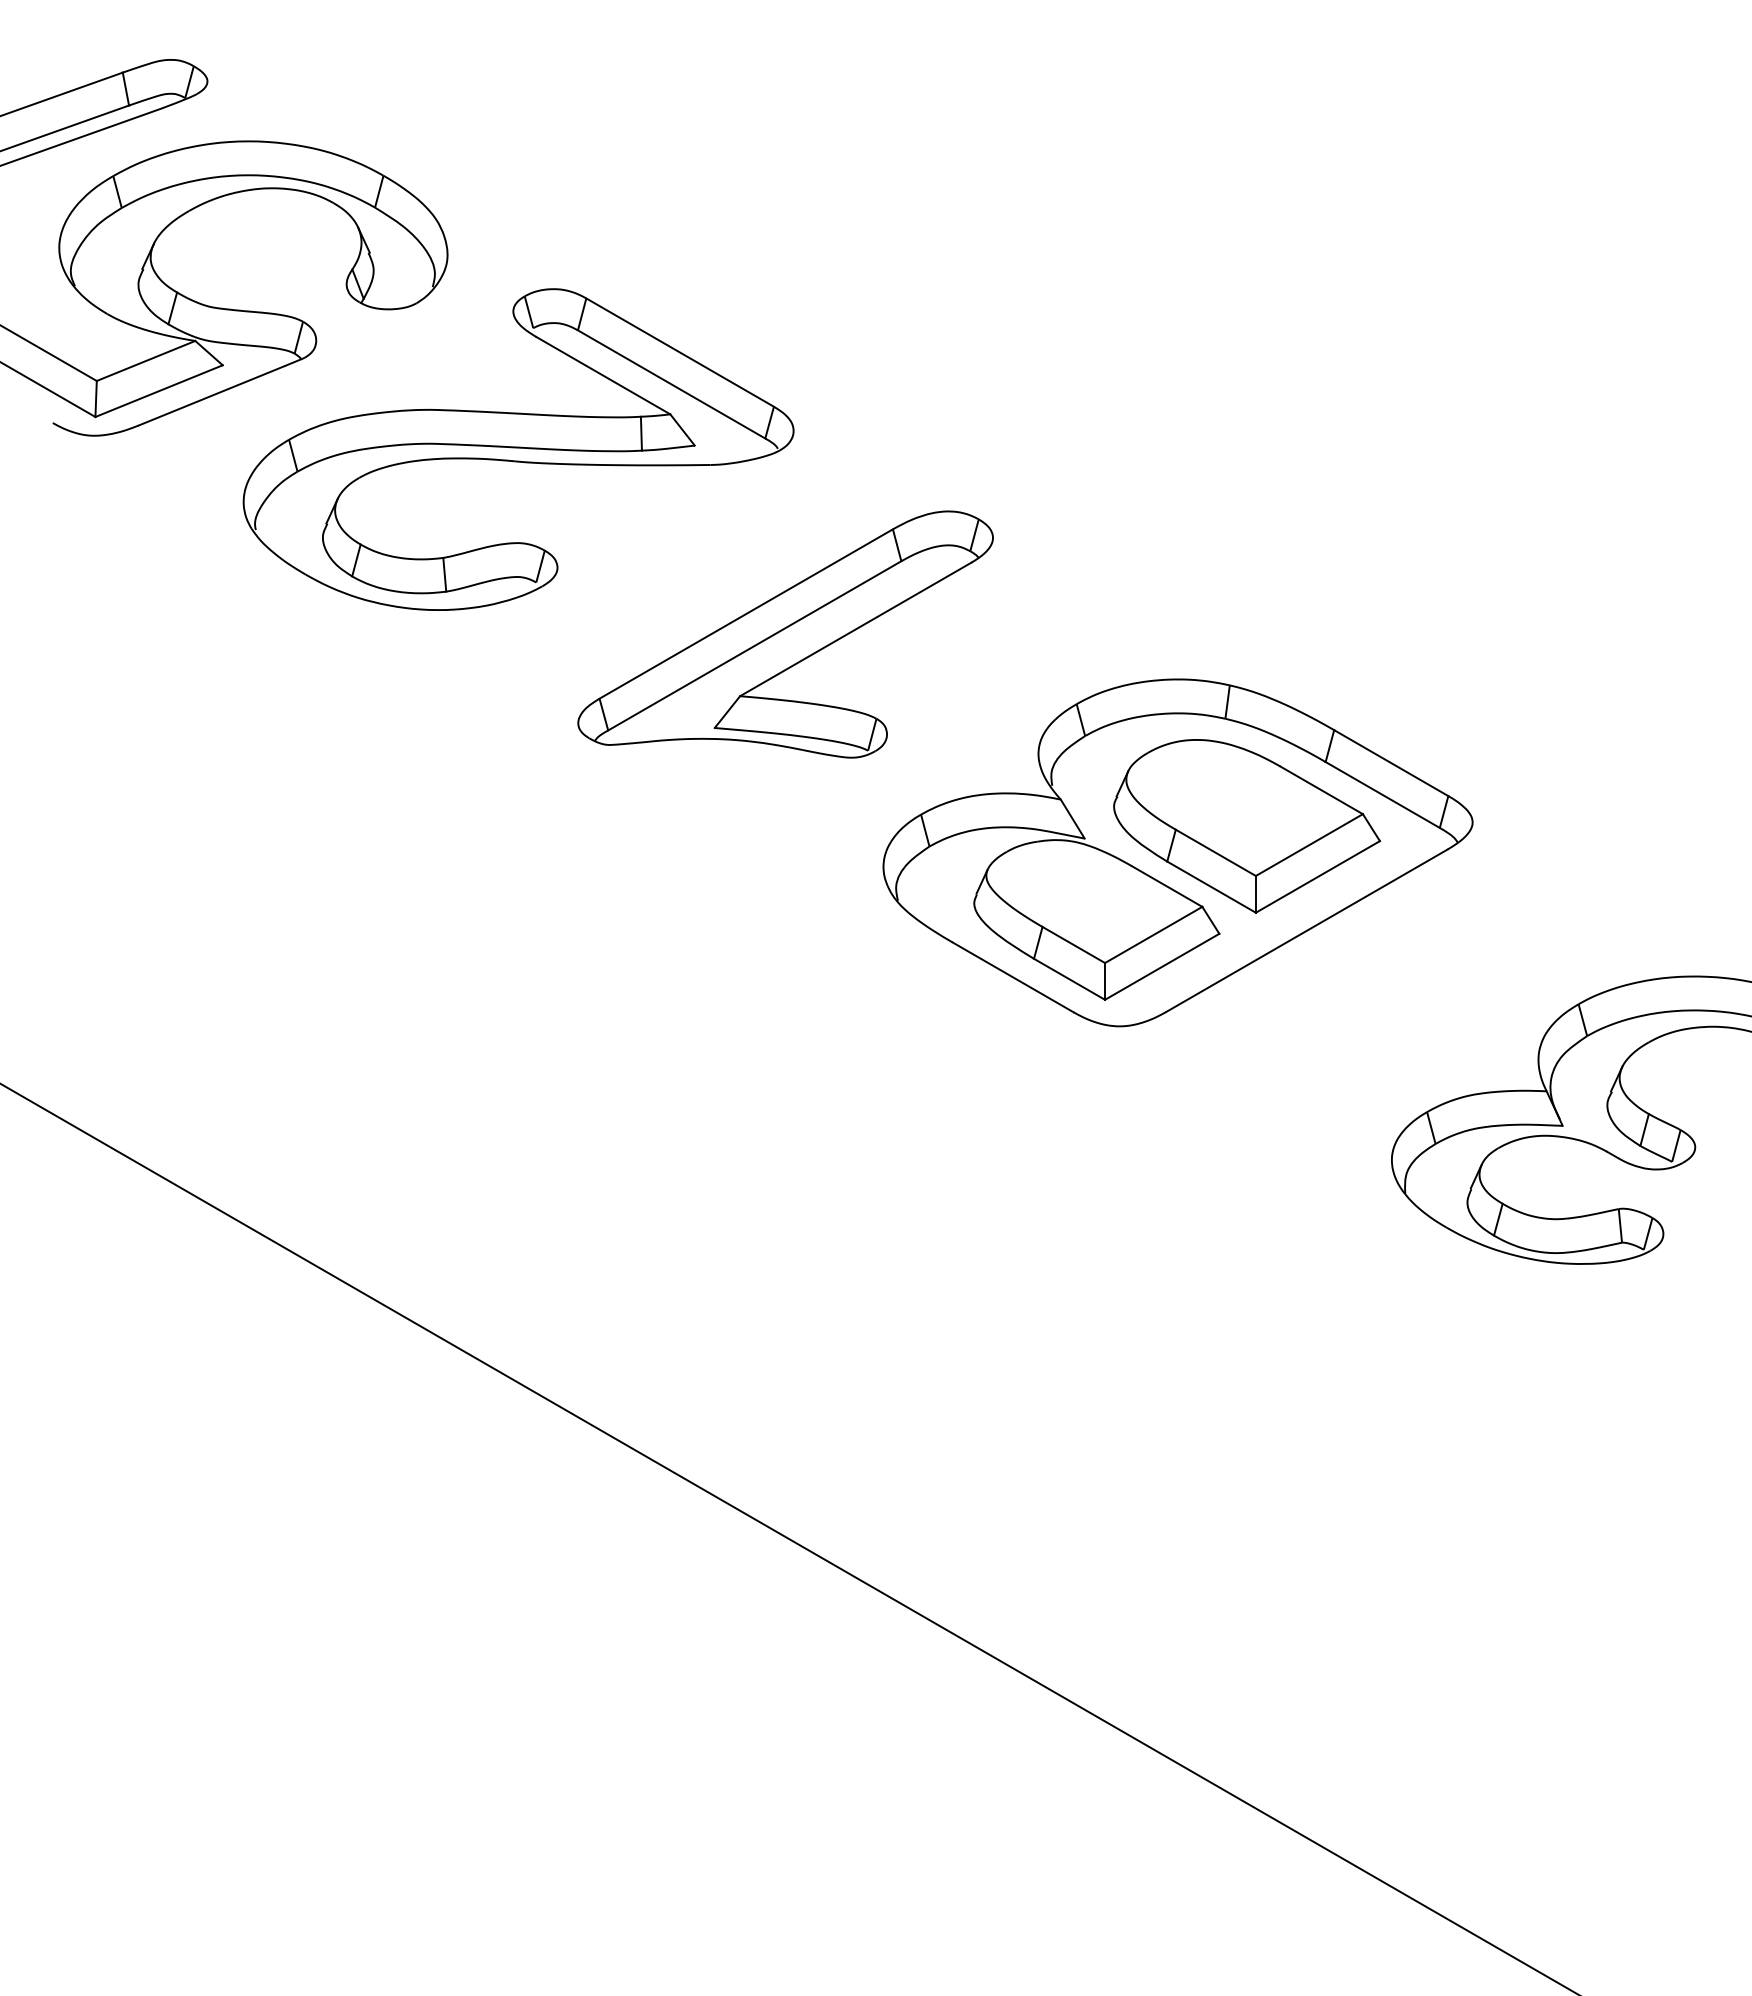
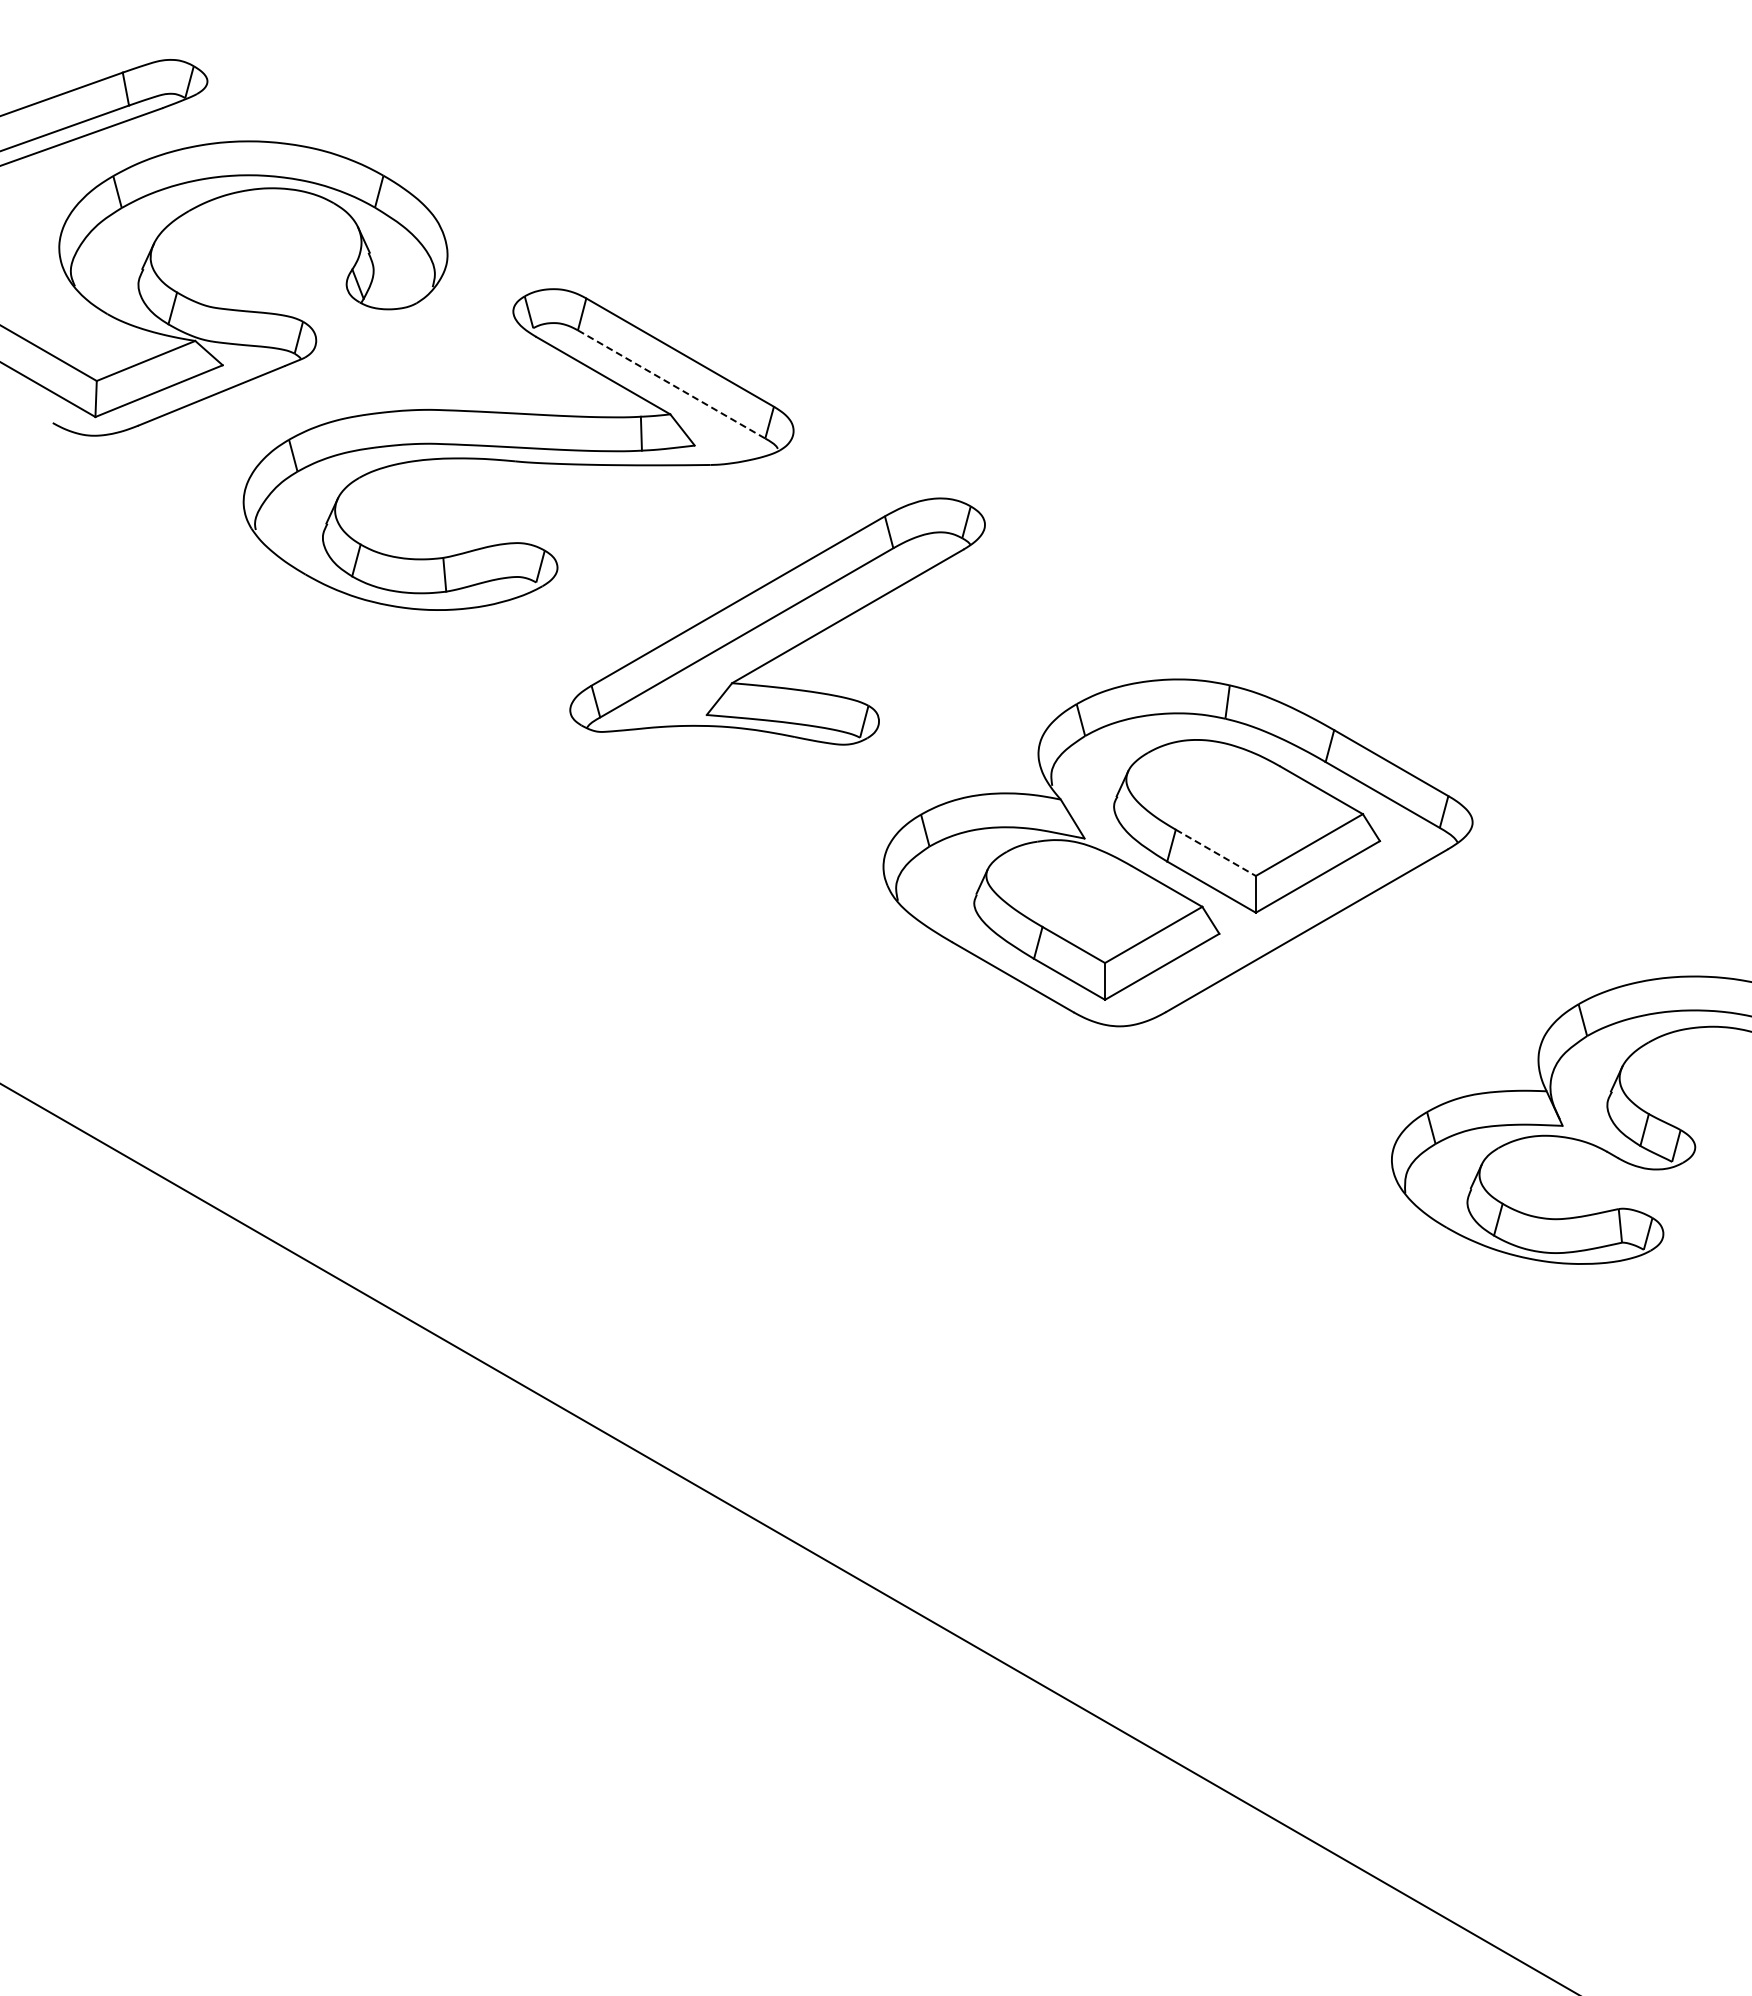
line at (672, 384): solid -> dashed
part at (785, 634) position: (785, 634) -> (777, 621)
line at (1216, 853): solid -> dashed
